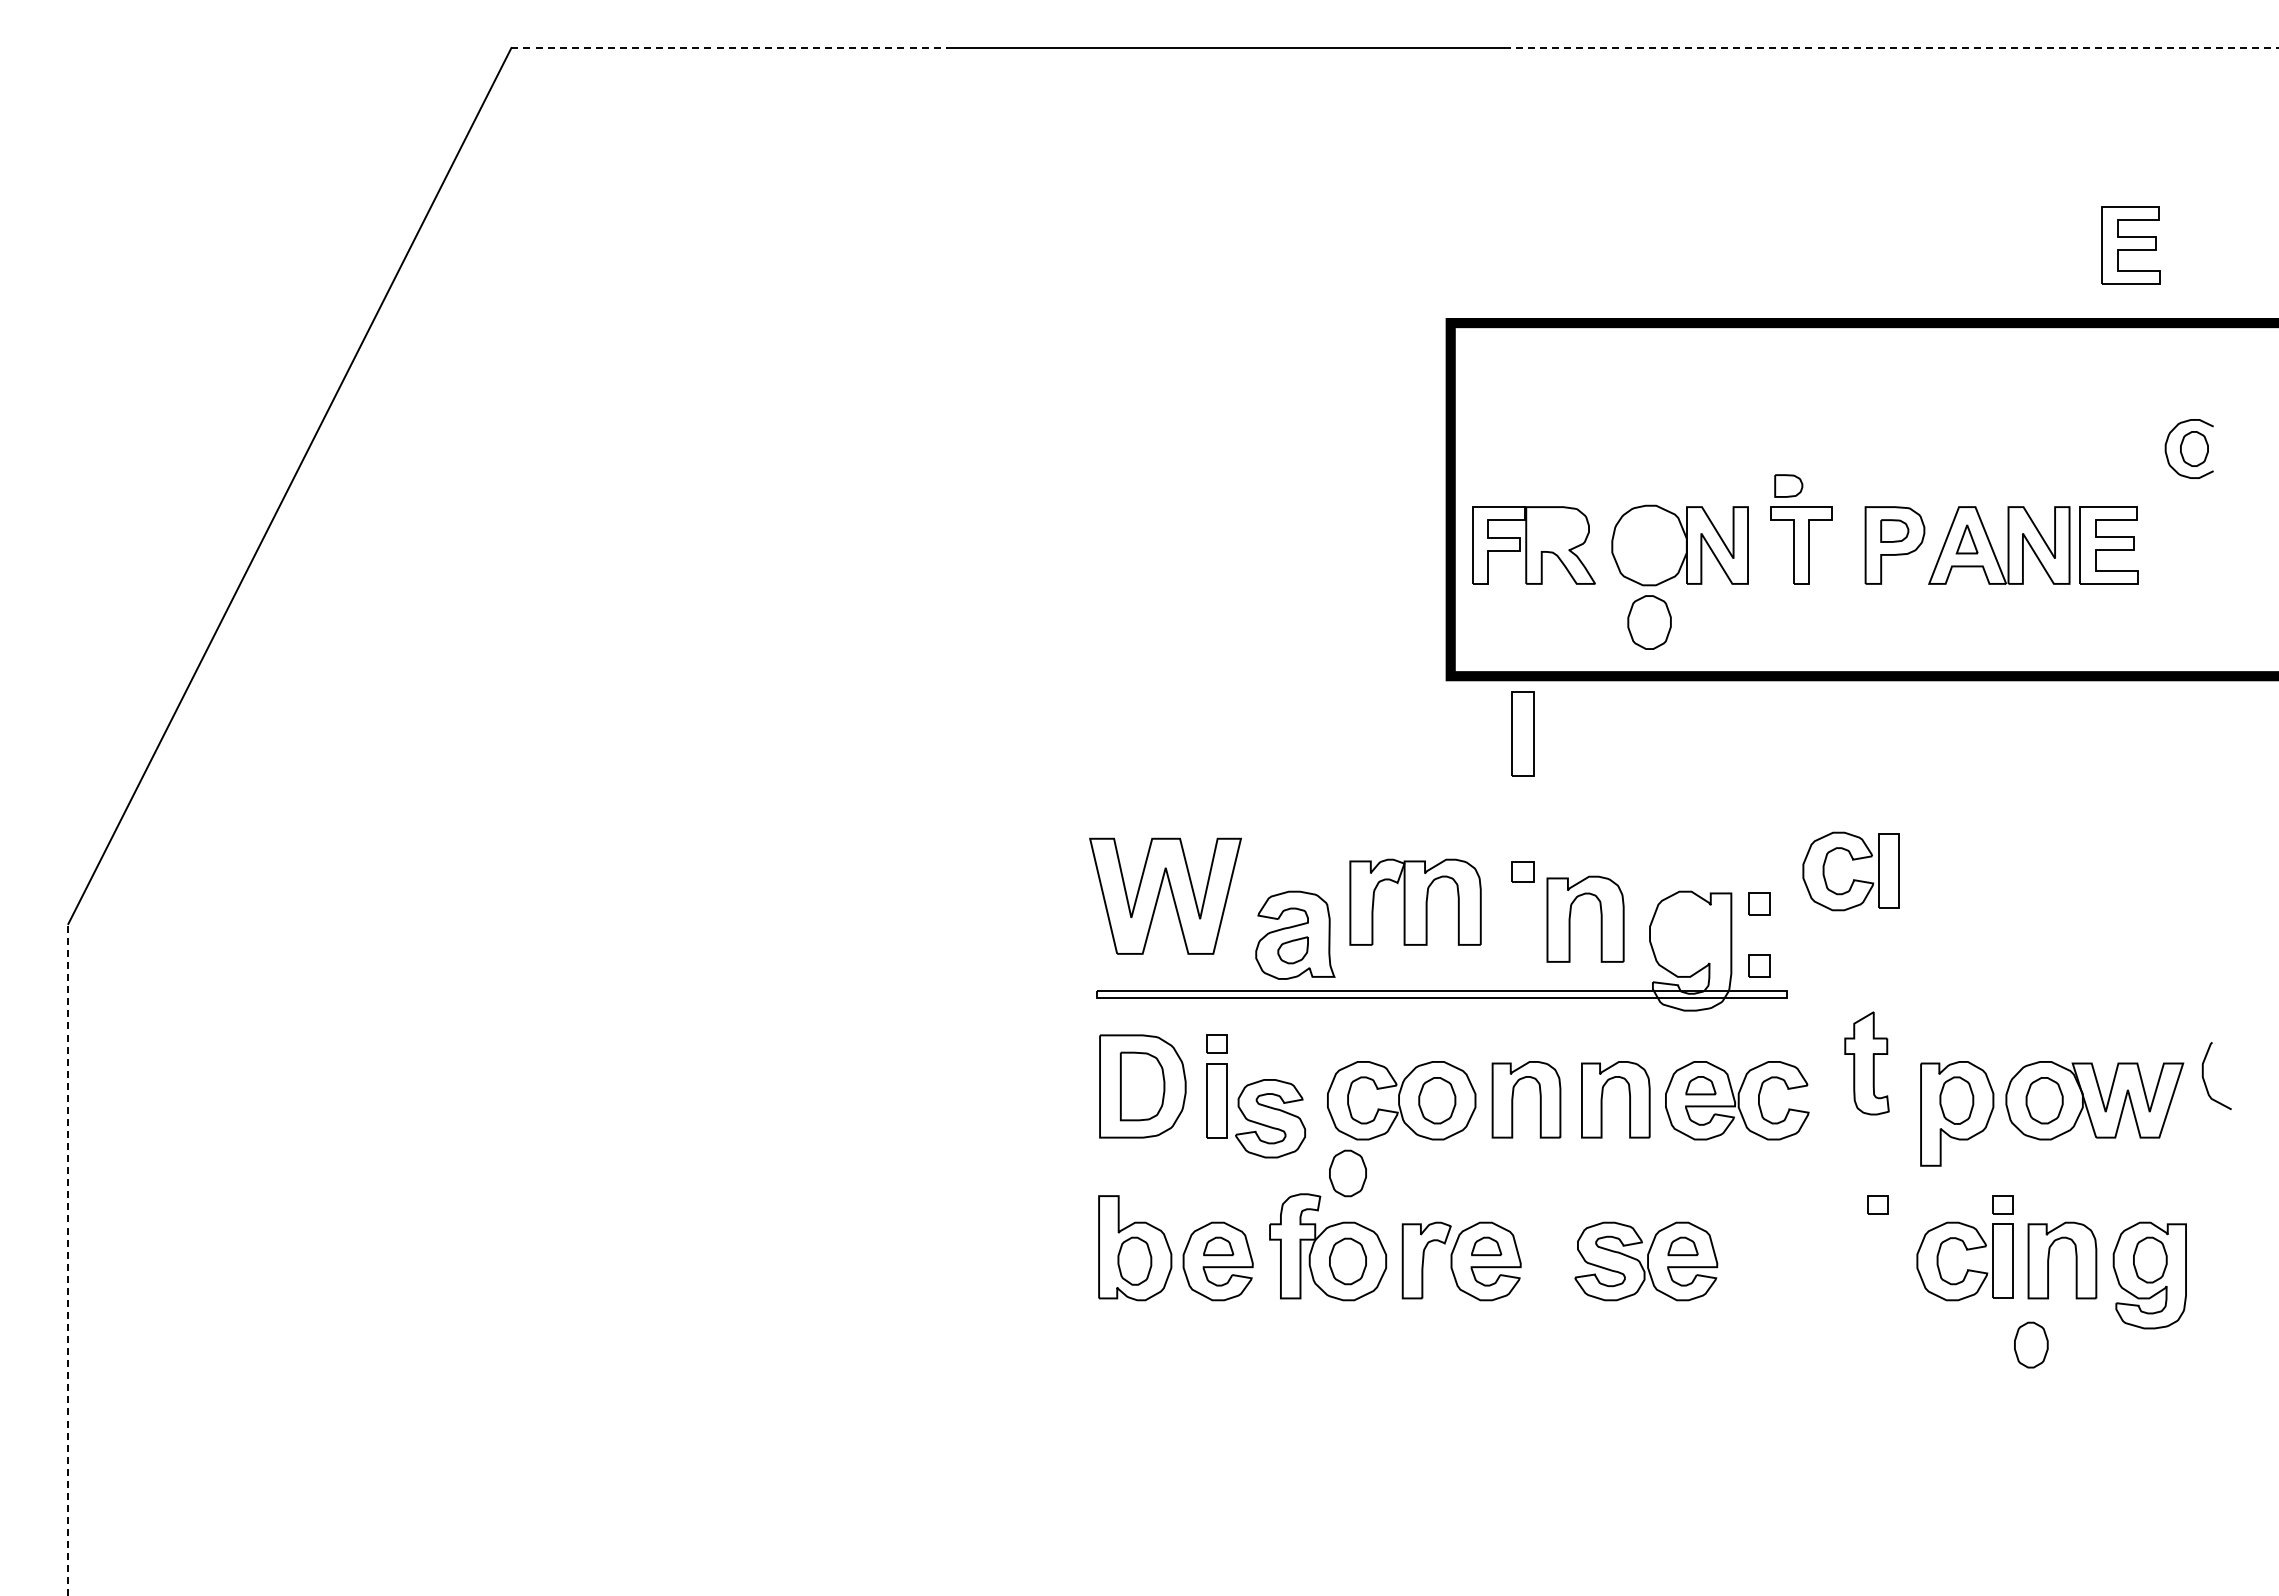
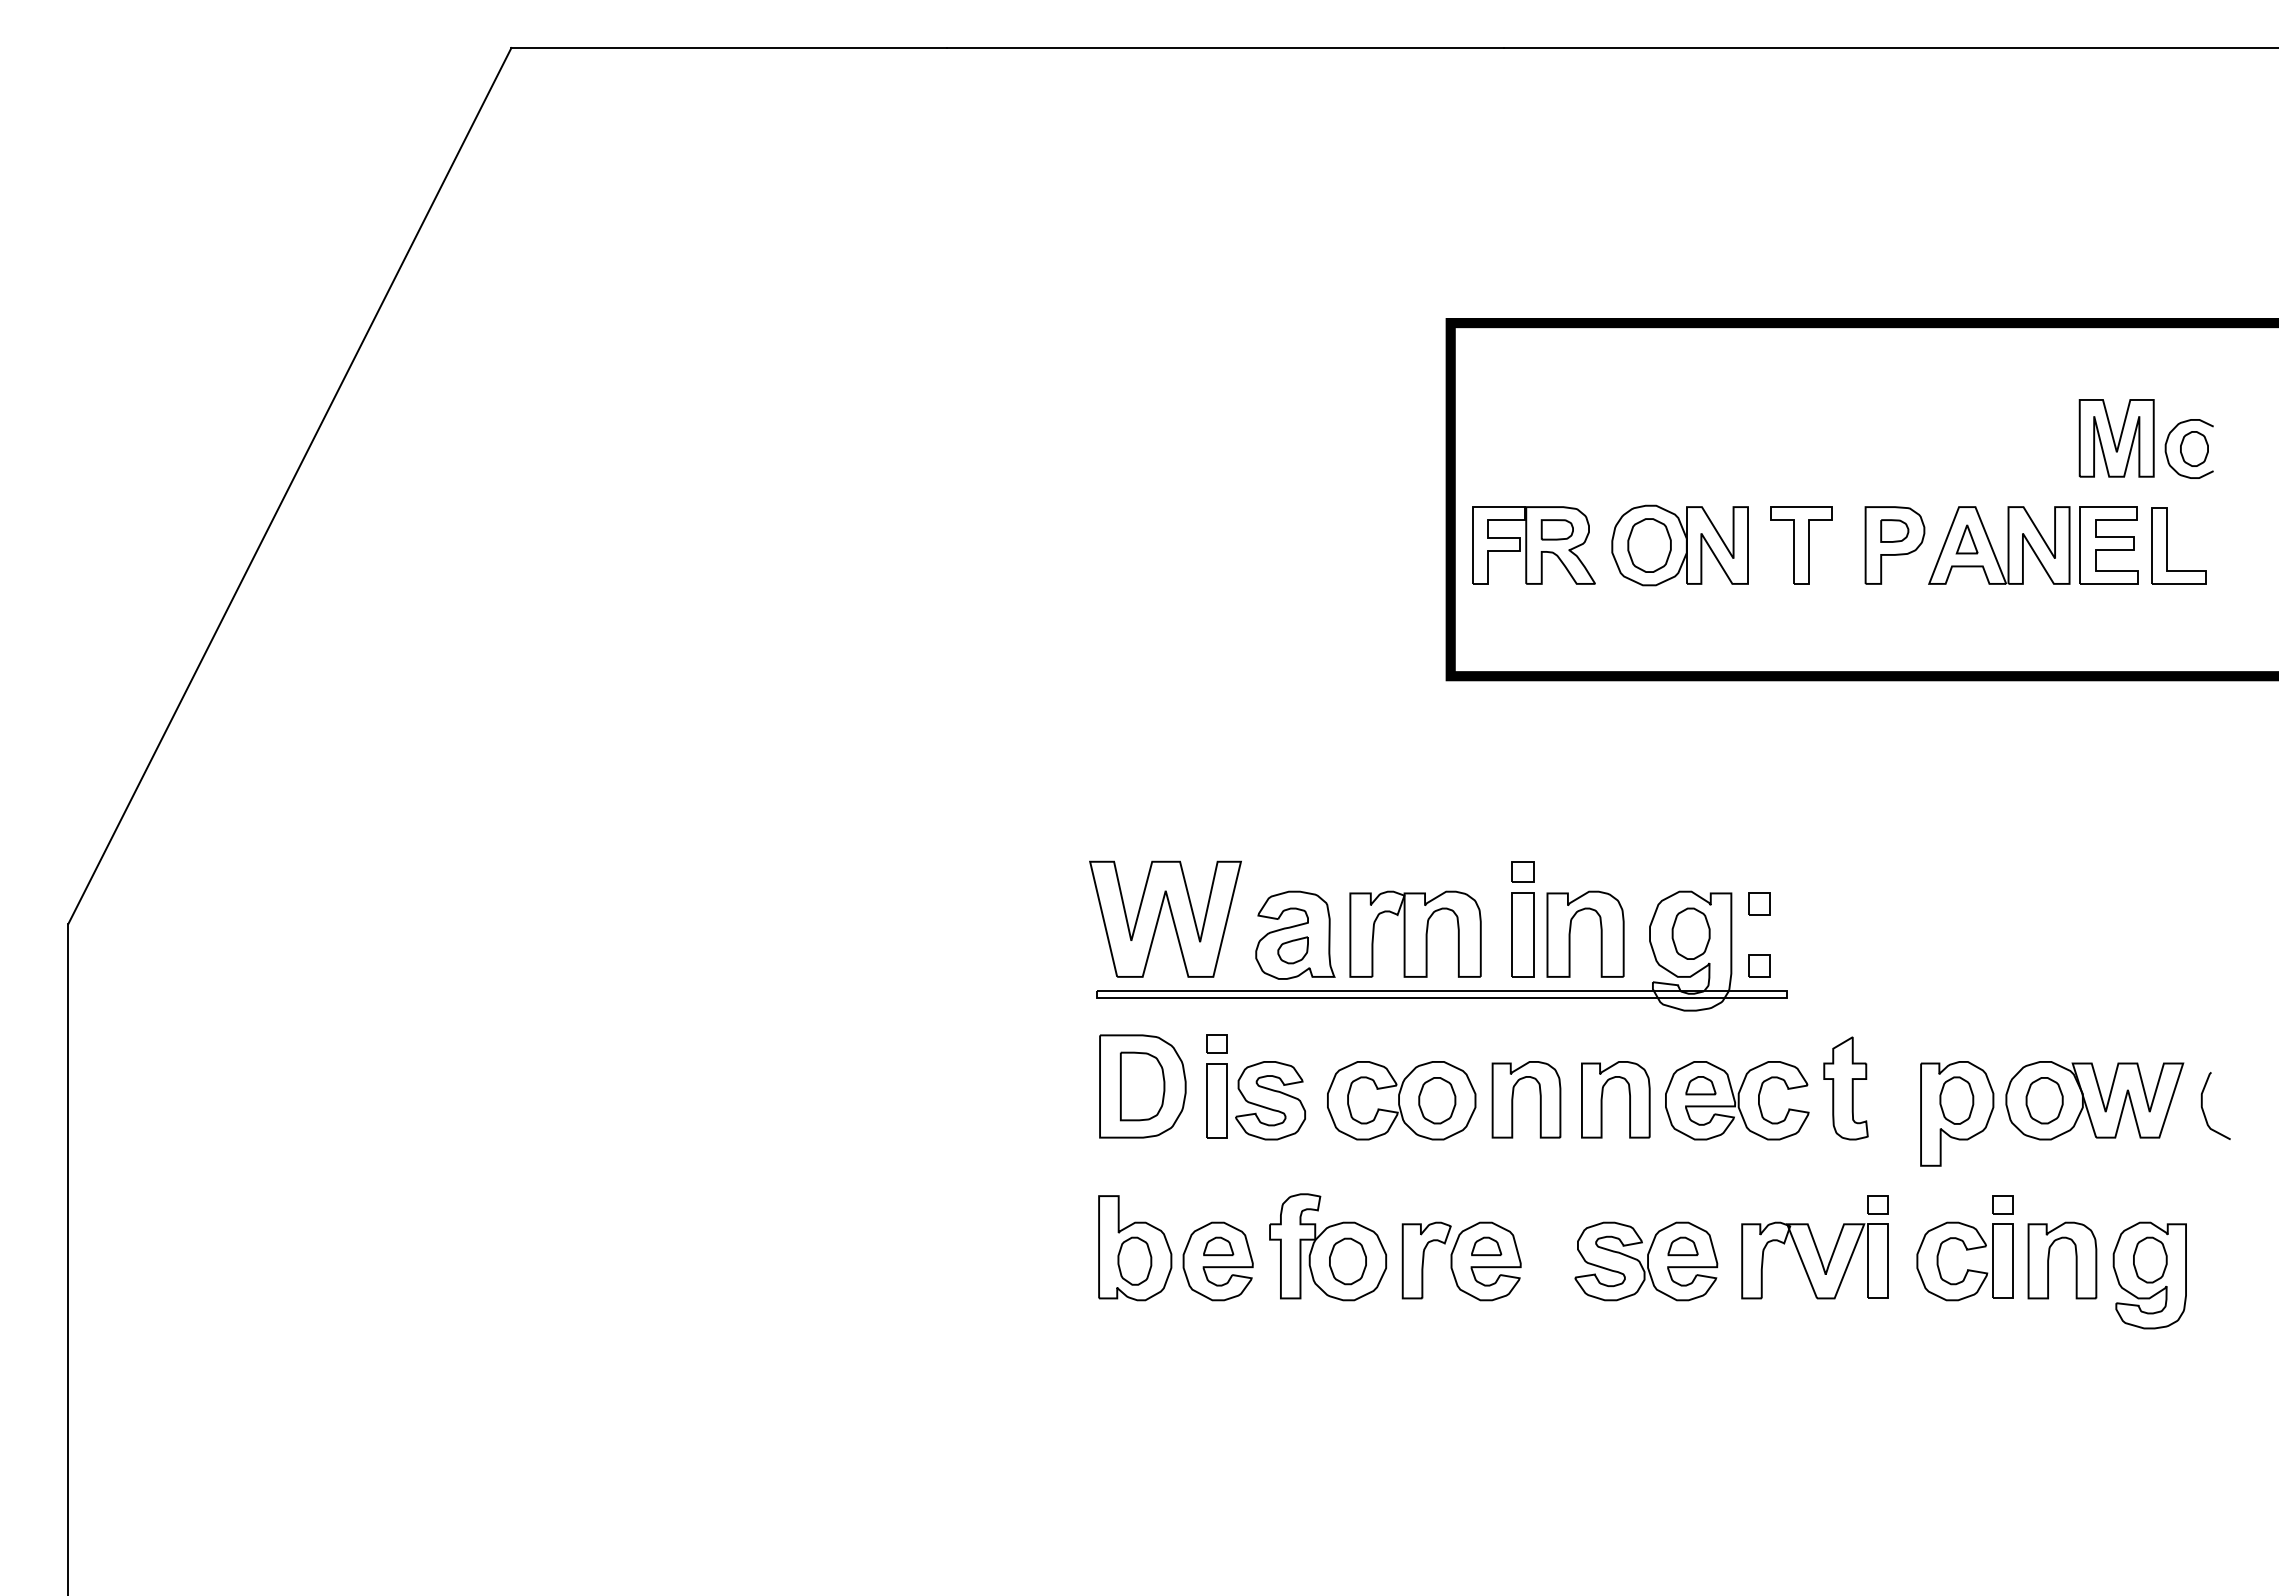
line at (729, 48): dashed -> solid
line at (1891, 48): dashed -> solid
part at (2130, 245): present -> none
part at (2116, 438): none -> present
part at (1788, 485): present -> none
part at (1556, 529): none -> present
part at (2167, 545): none -> present
part at (1649, 622) position: (1649, 622) -> (1649, 545)
part at (1522, 733) position: (1522, 733) -> (1522, 934)
part at (1853, 879): present -> none
part at (1165, 895) position: (1165, 895) -> (1165, 918)
part at (1415, 901) position: (1415, 901) -> (1415, 933)
part at (1571, 913) position: (1571, 913) -> (1571, 928)
part at (1690, 933): none -> present
part at (1866, 1063) position: (1866, 1063) -> (1845, 1088)
curve at (2204, 1078) position: (2204, 1078) -> (2203, 1108)
part at (1270, 1118) position: (1270, 1118) -> (1270, 1100)
part at (1347, 1173): present -> none
line at (68, 1259): dashed -> solid
part at (1814, 1260): none -> present
part at (2031, 1344): present -> none
